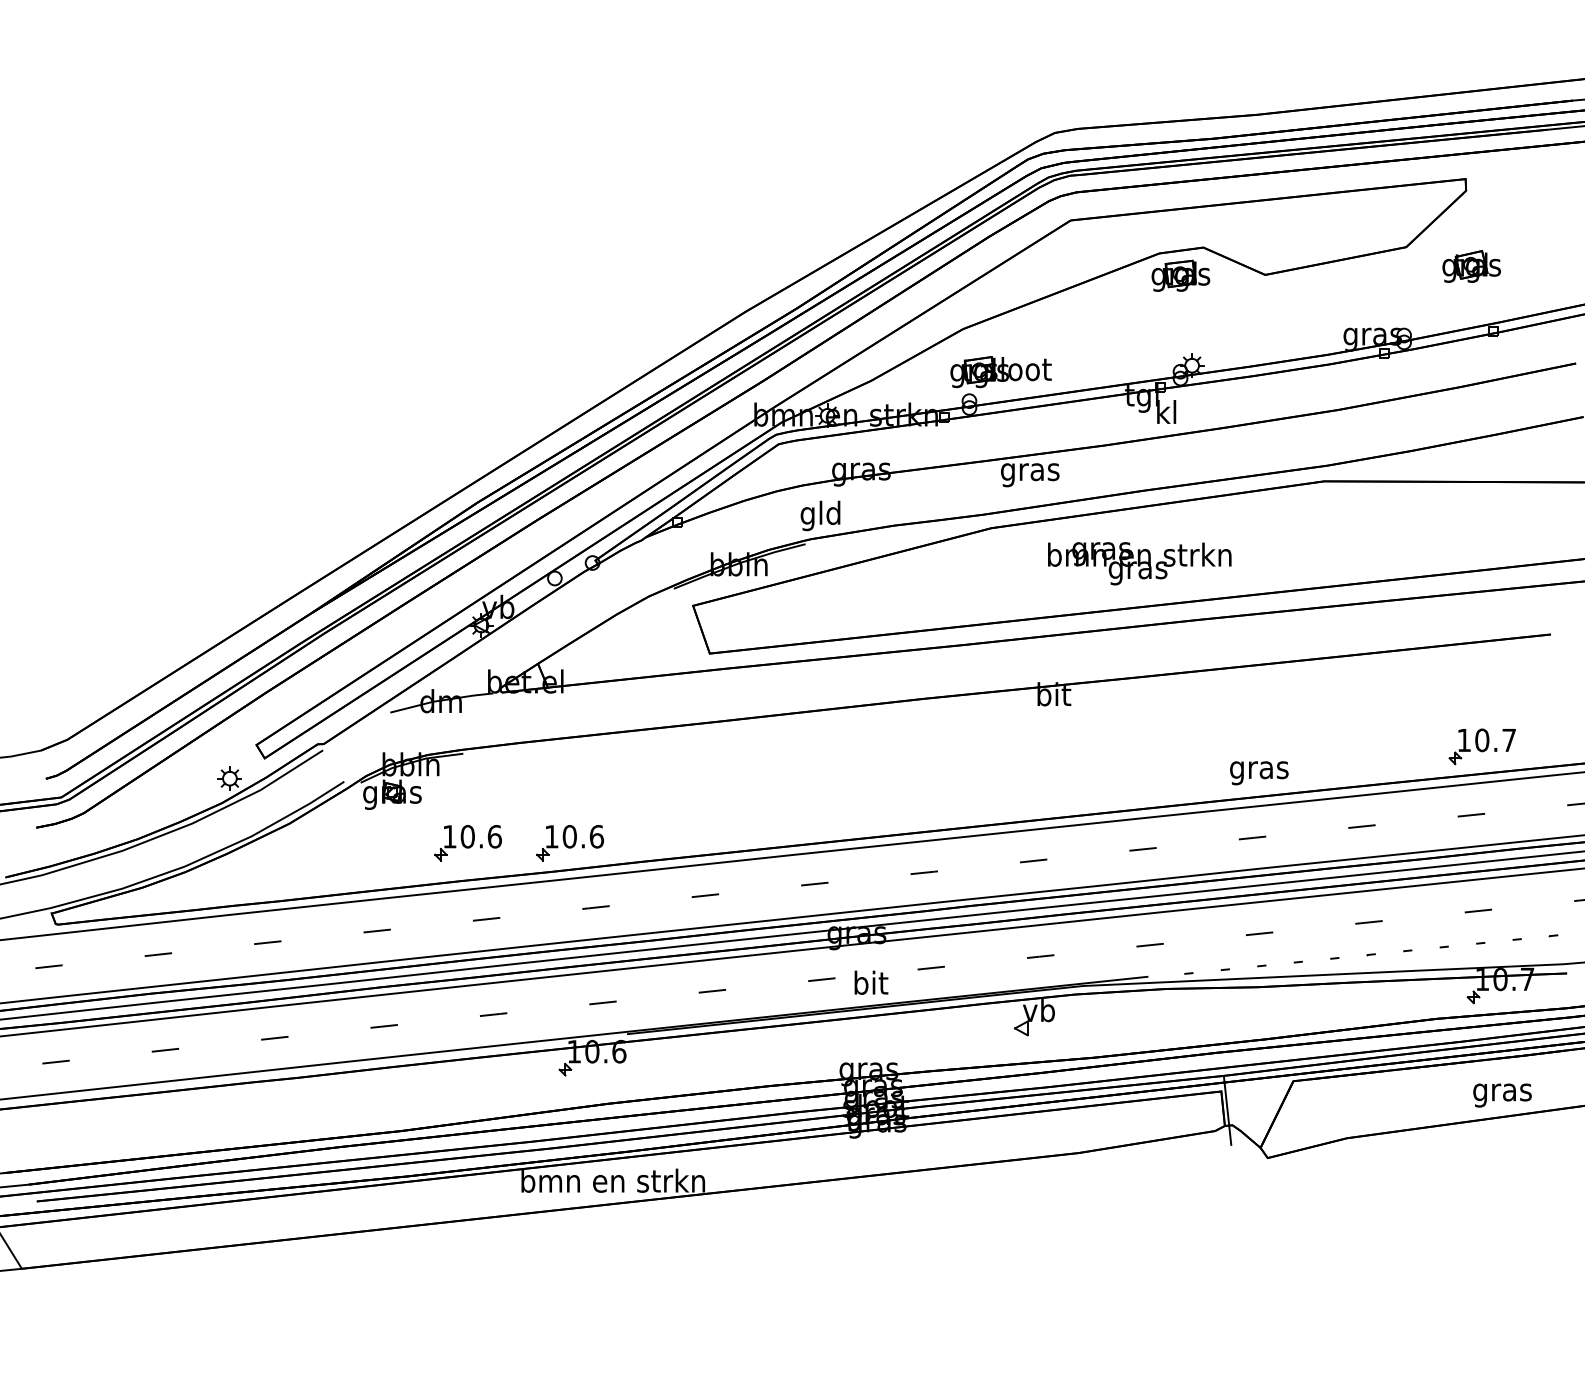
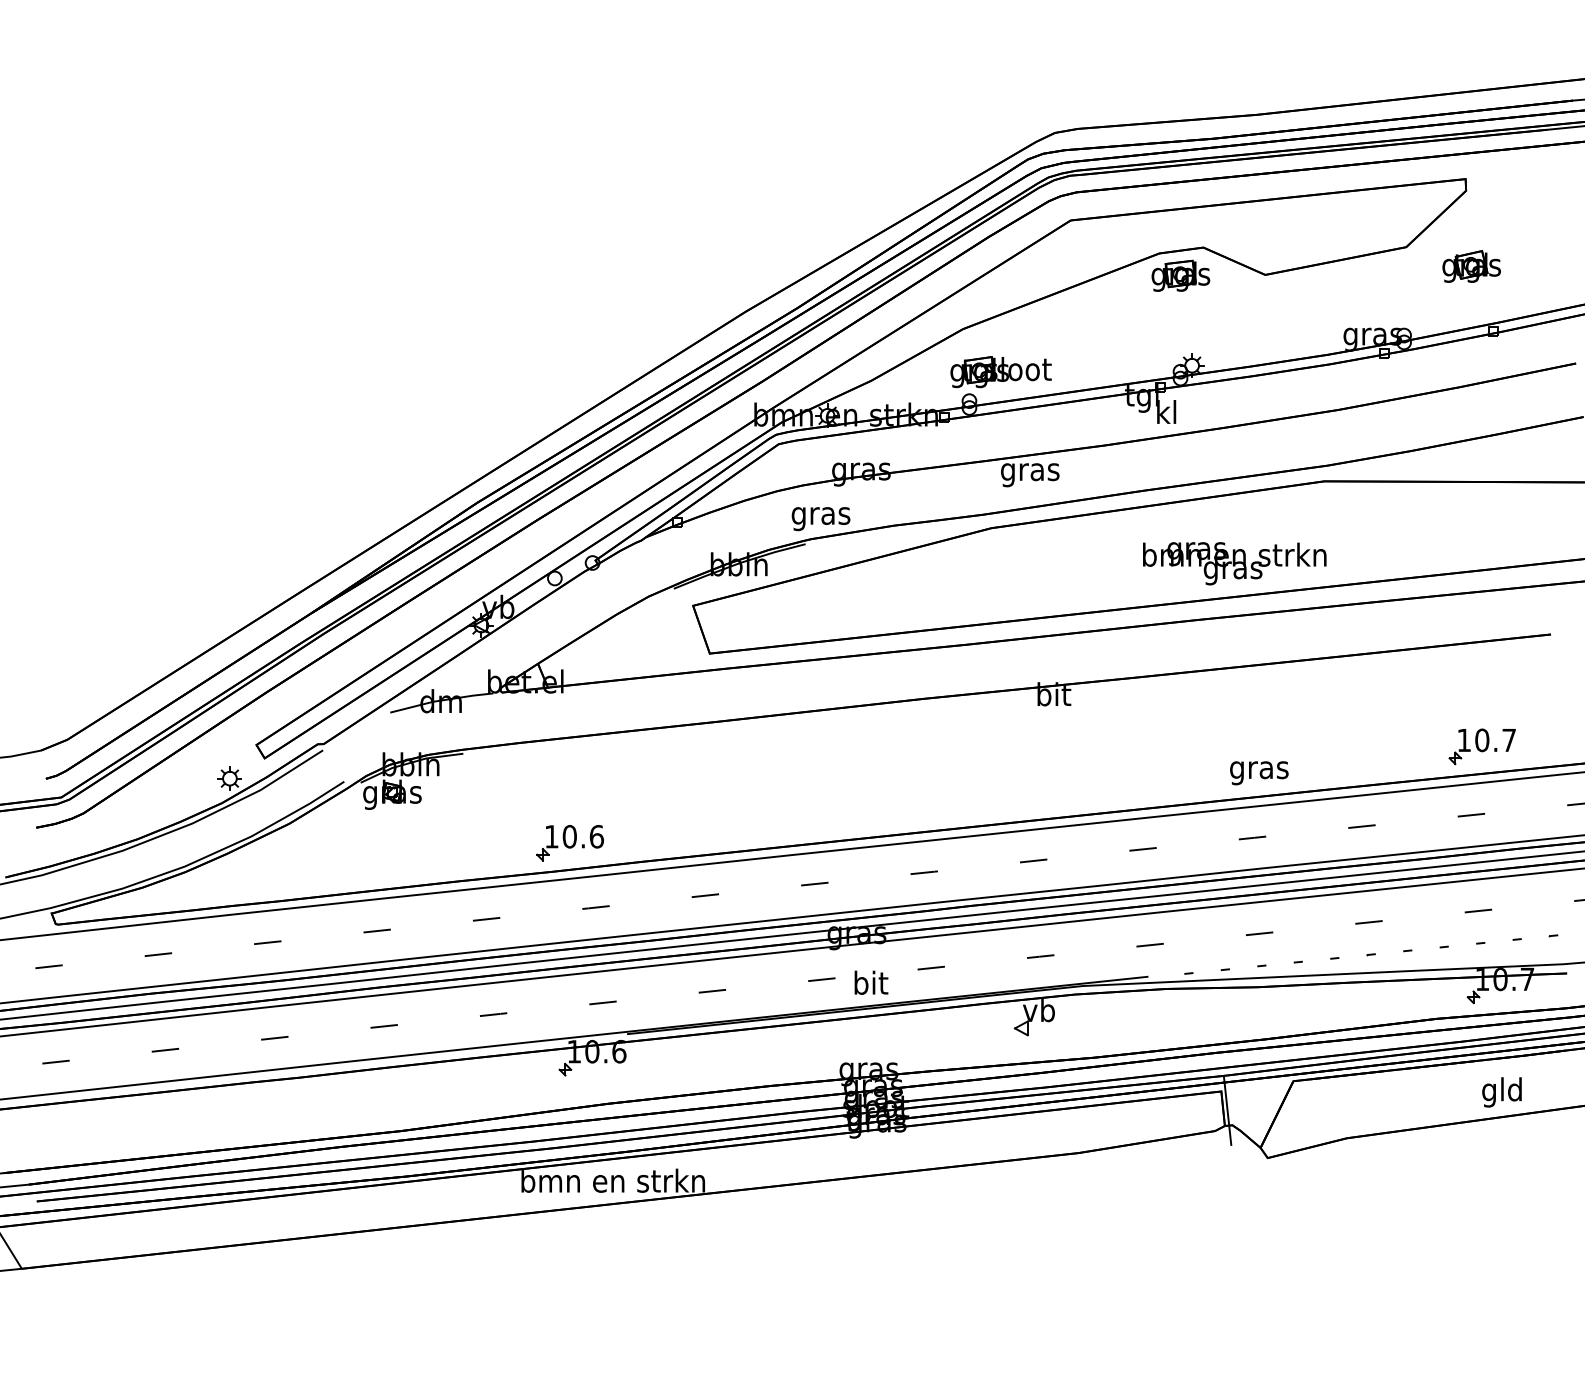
text at (820, 515): gld -> gras
text at (1139, 563) position: (1139, 563) -> (1234, 563)
part at (467, 843): present -> none
text at (1502, 1092): gras -> gld
